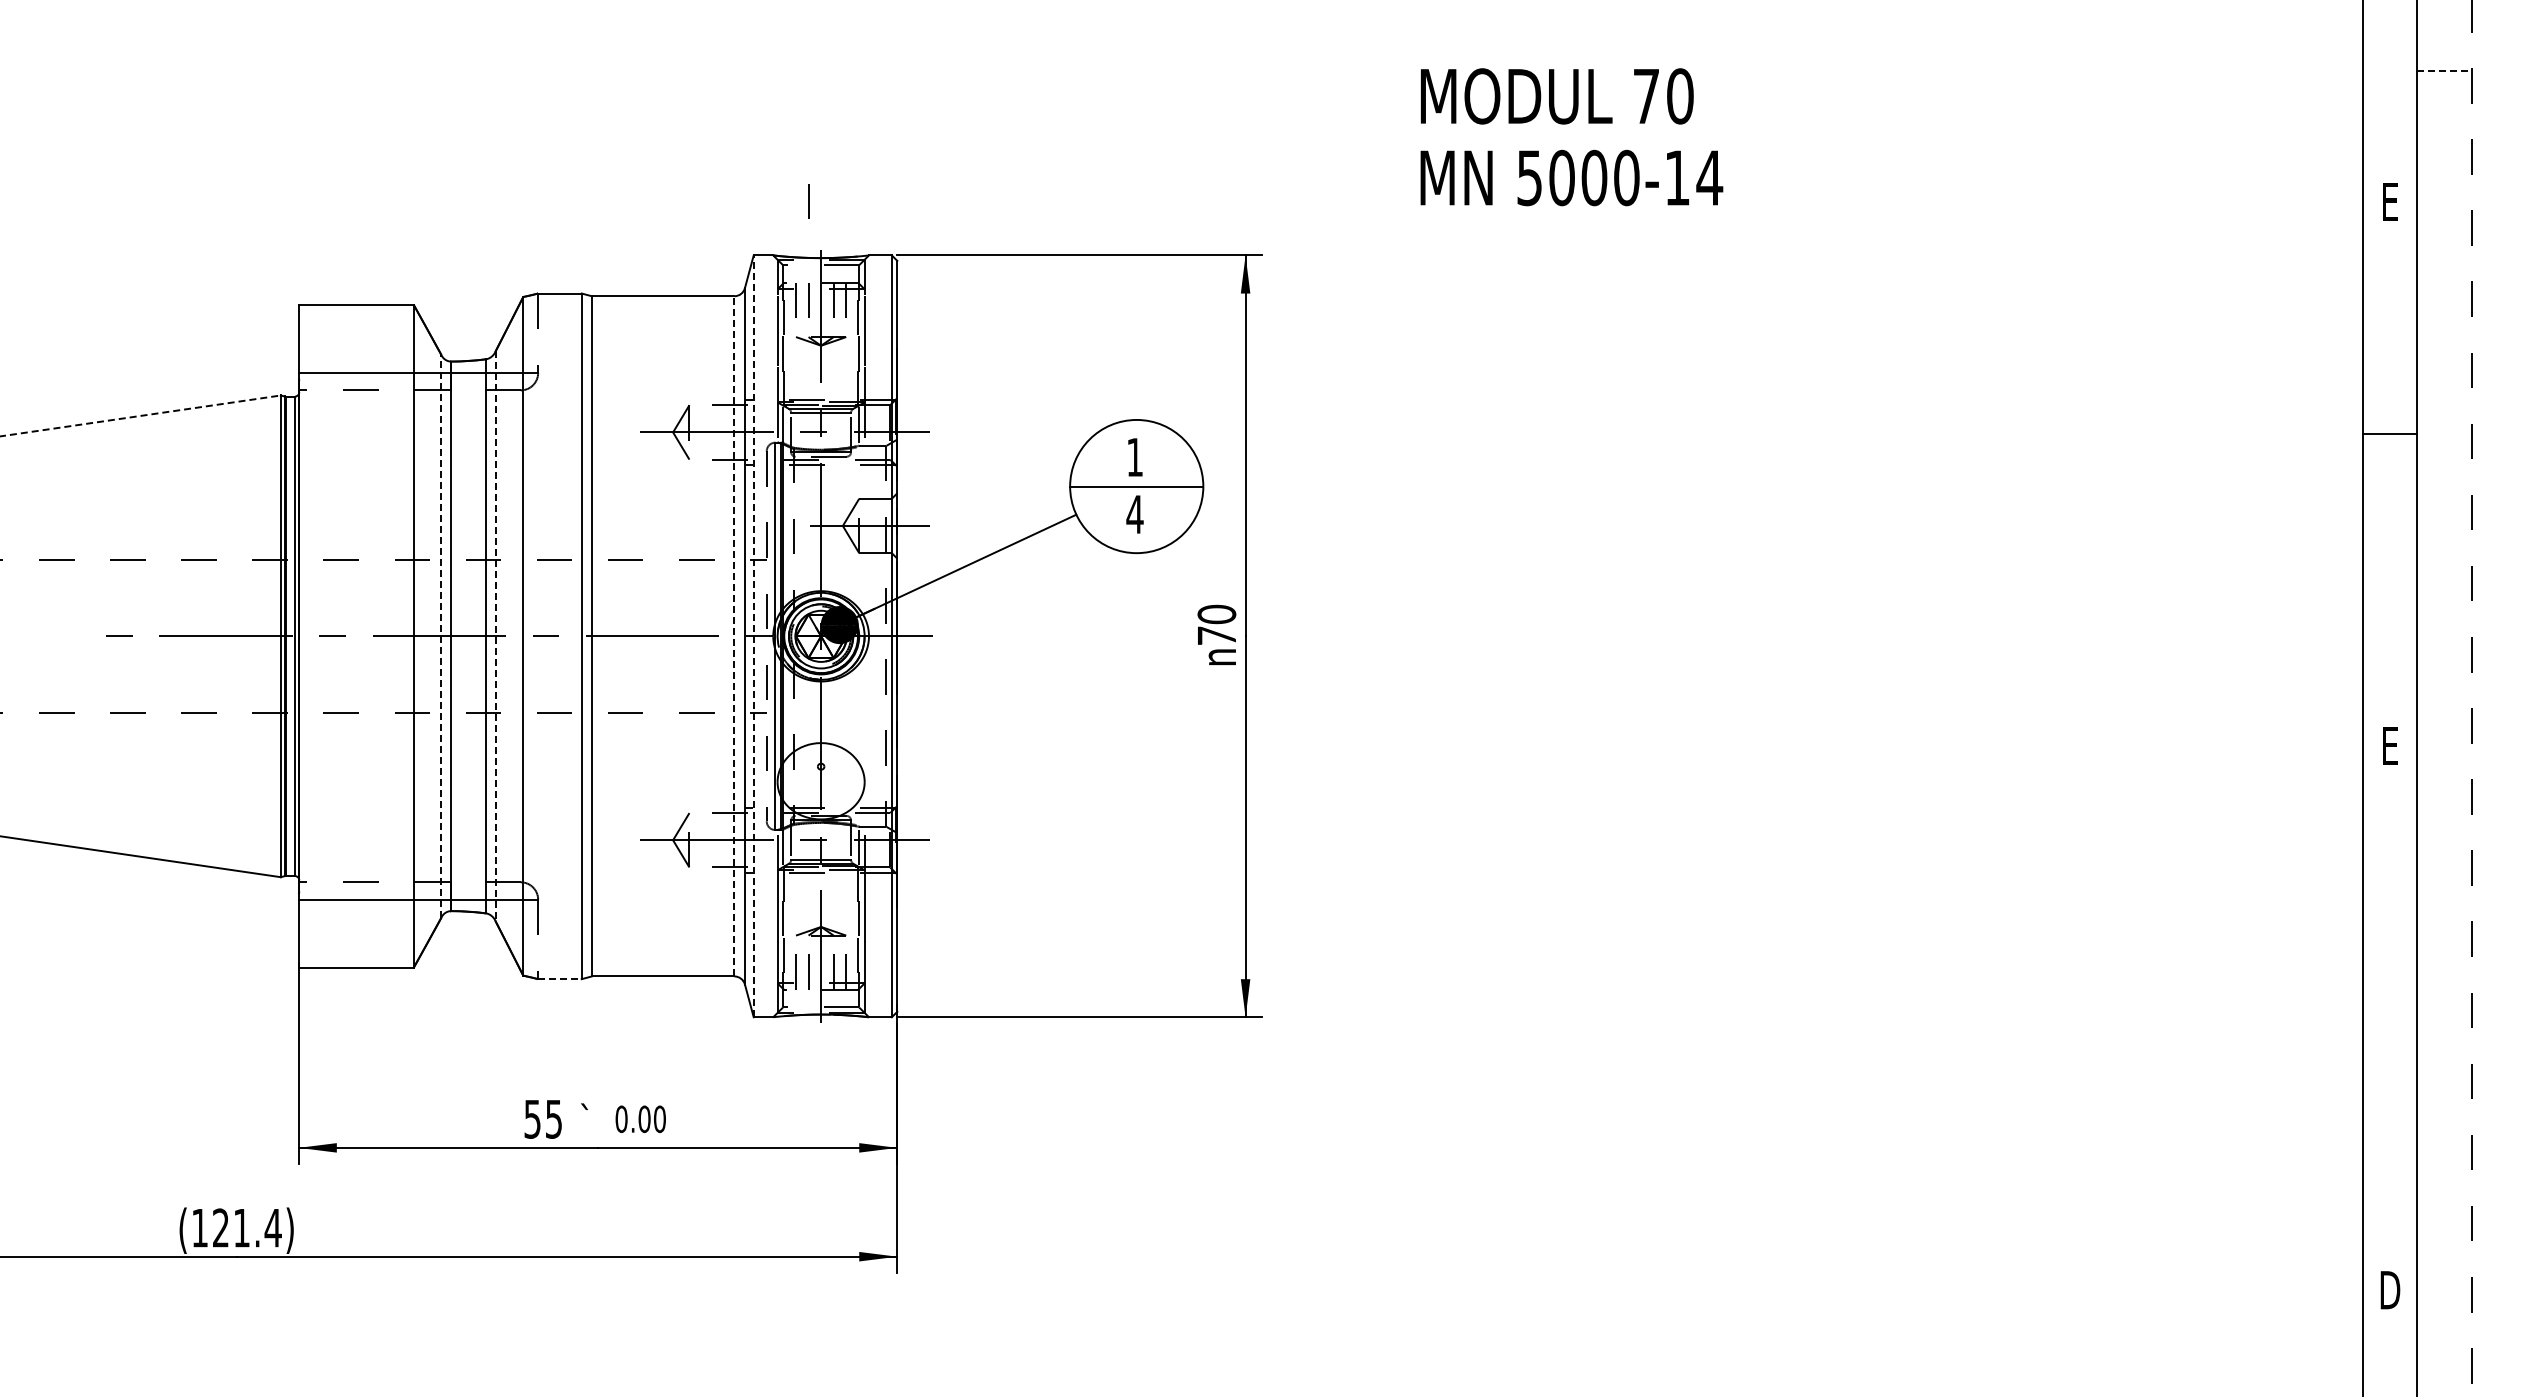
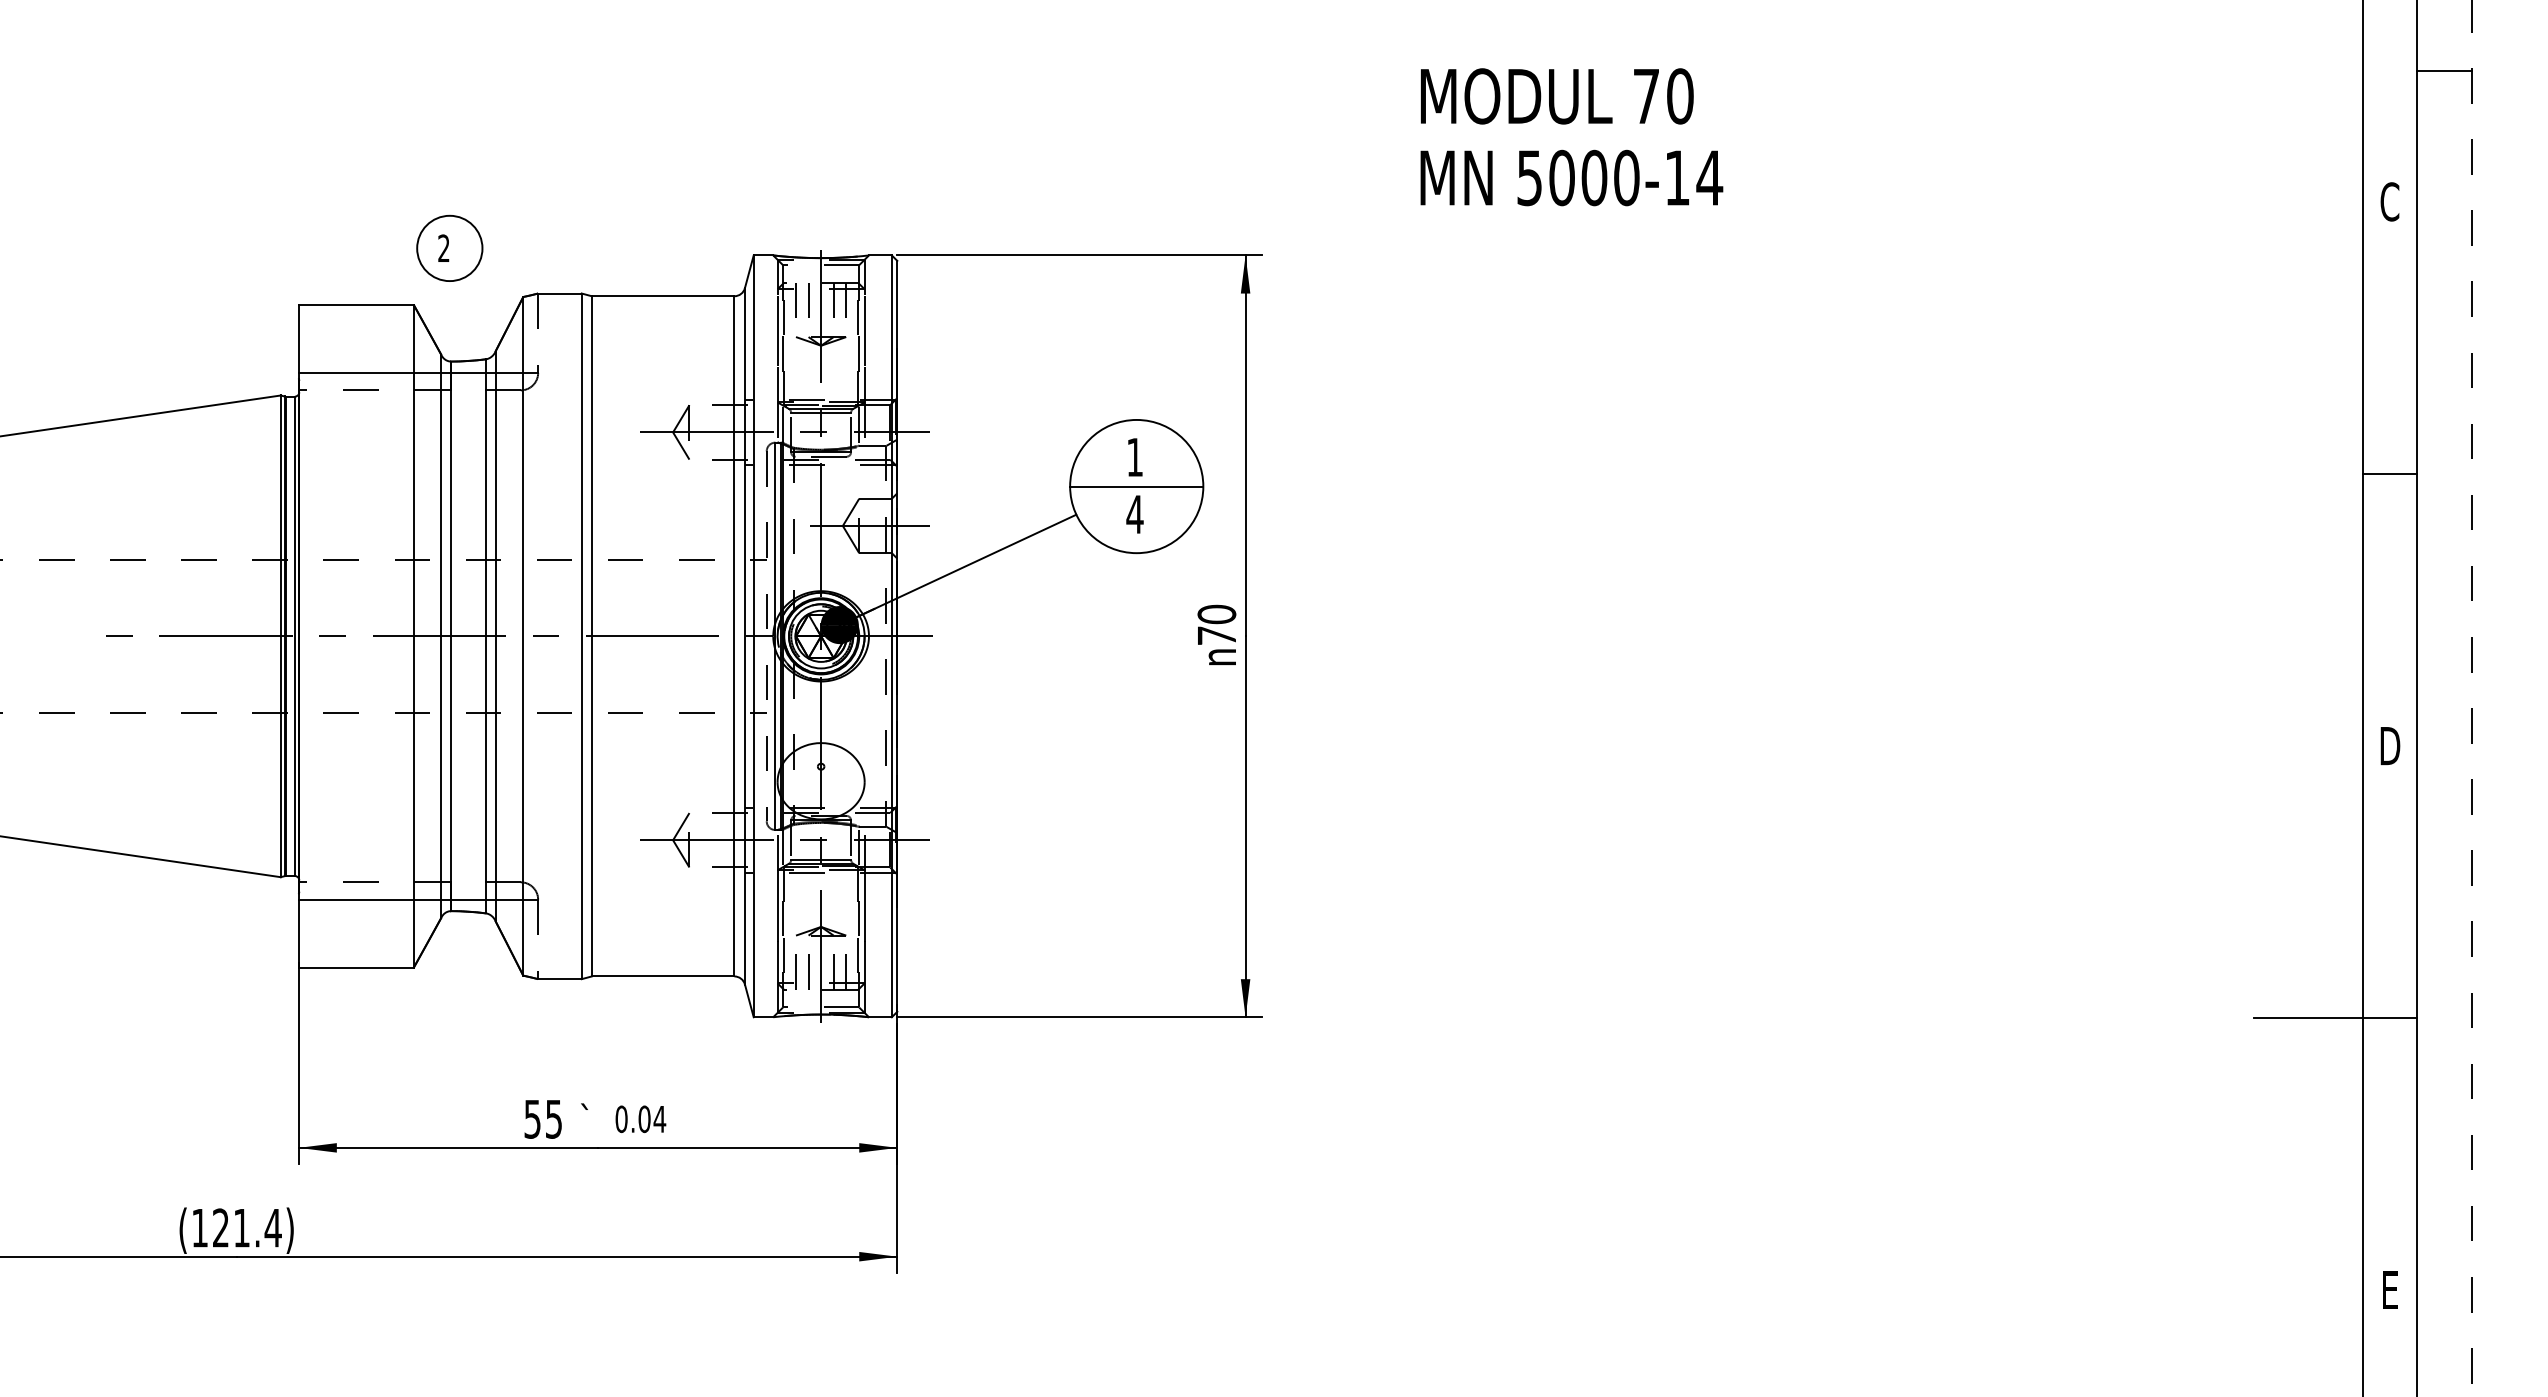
line at (2444, 71): dashed -> solid
line at (808, 201): present -> none
text at (2389, 201): E -> C
part at (449, 247): none -> present
line at (141, 415): dashed -> solid
line at (2389, 434) position: (2389, 434) -> (2389, 474)
line at (734, 635): dashed -> solid
line at (441, 636): dashed -> solid
line at (495, 636): dashed -> solid
line at (753, 636): dashed -> solid
text at (2390, 746): E -> D
line at (559, 979): dashed -> solid
line at (2335, 1018): none -> present
text at (659, 1118): 0.00 -> 0.04
text at (2390, 1290): D -> E
